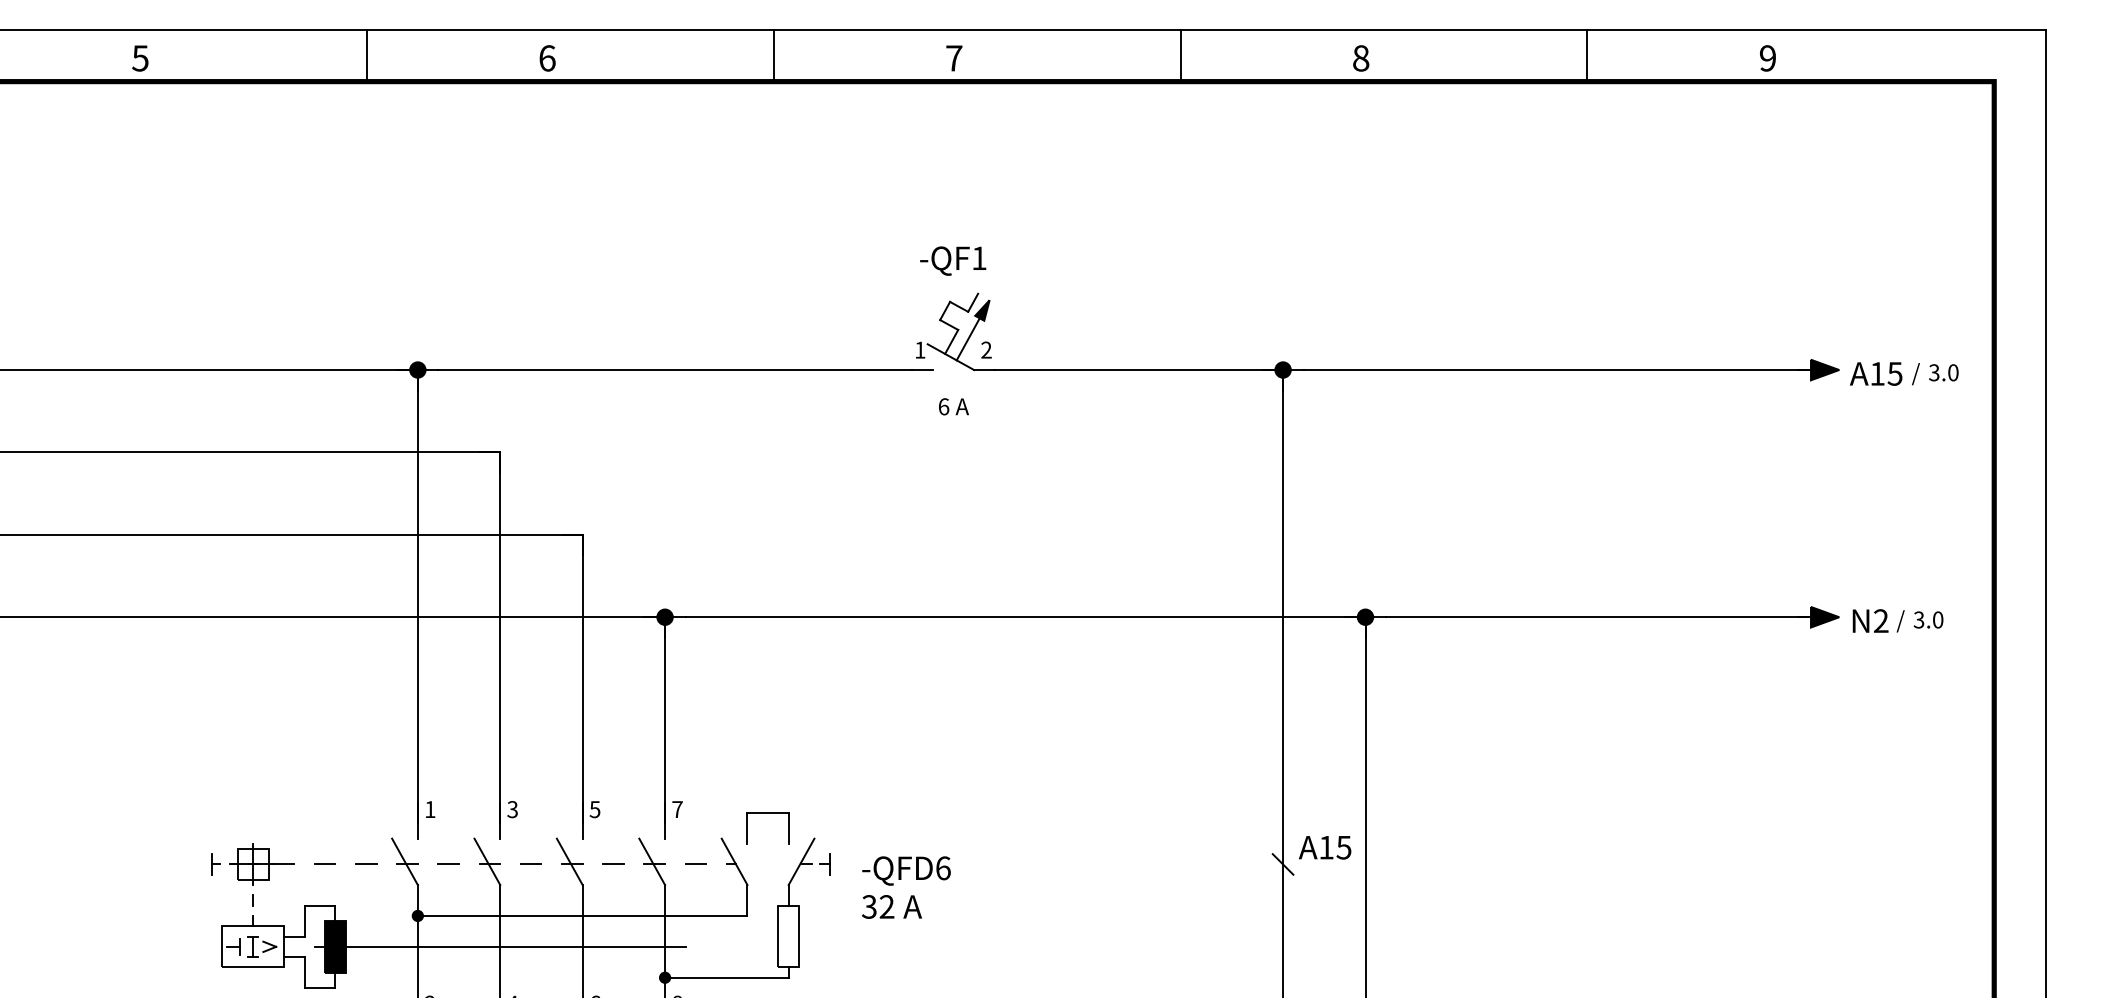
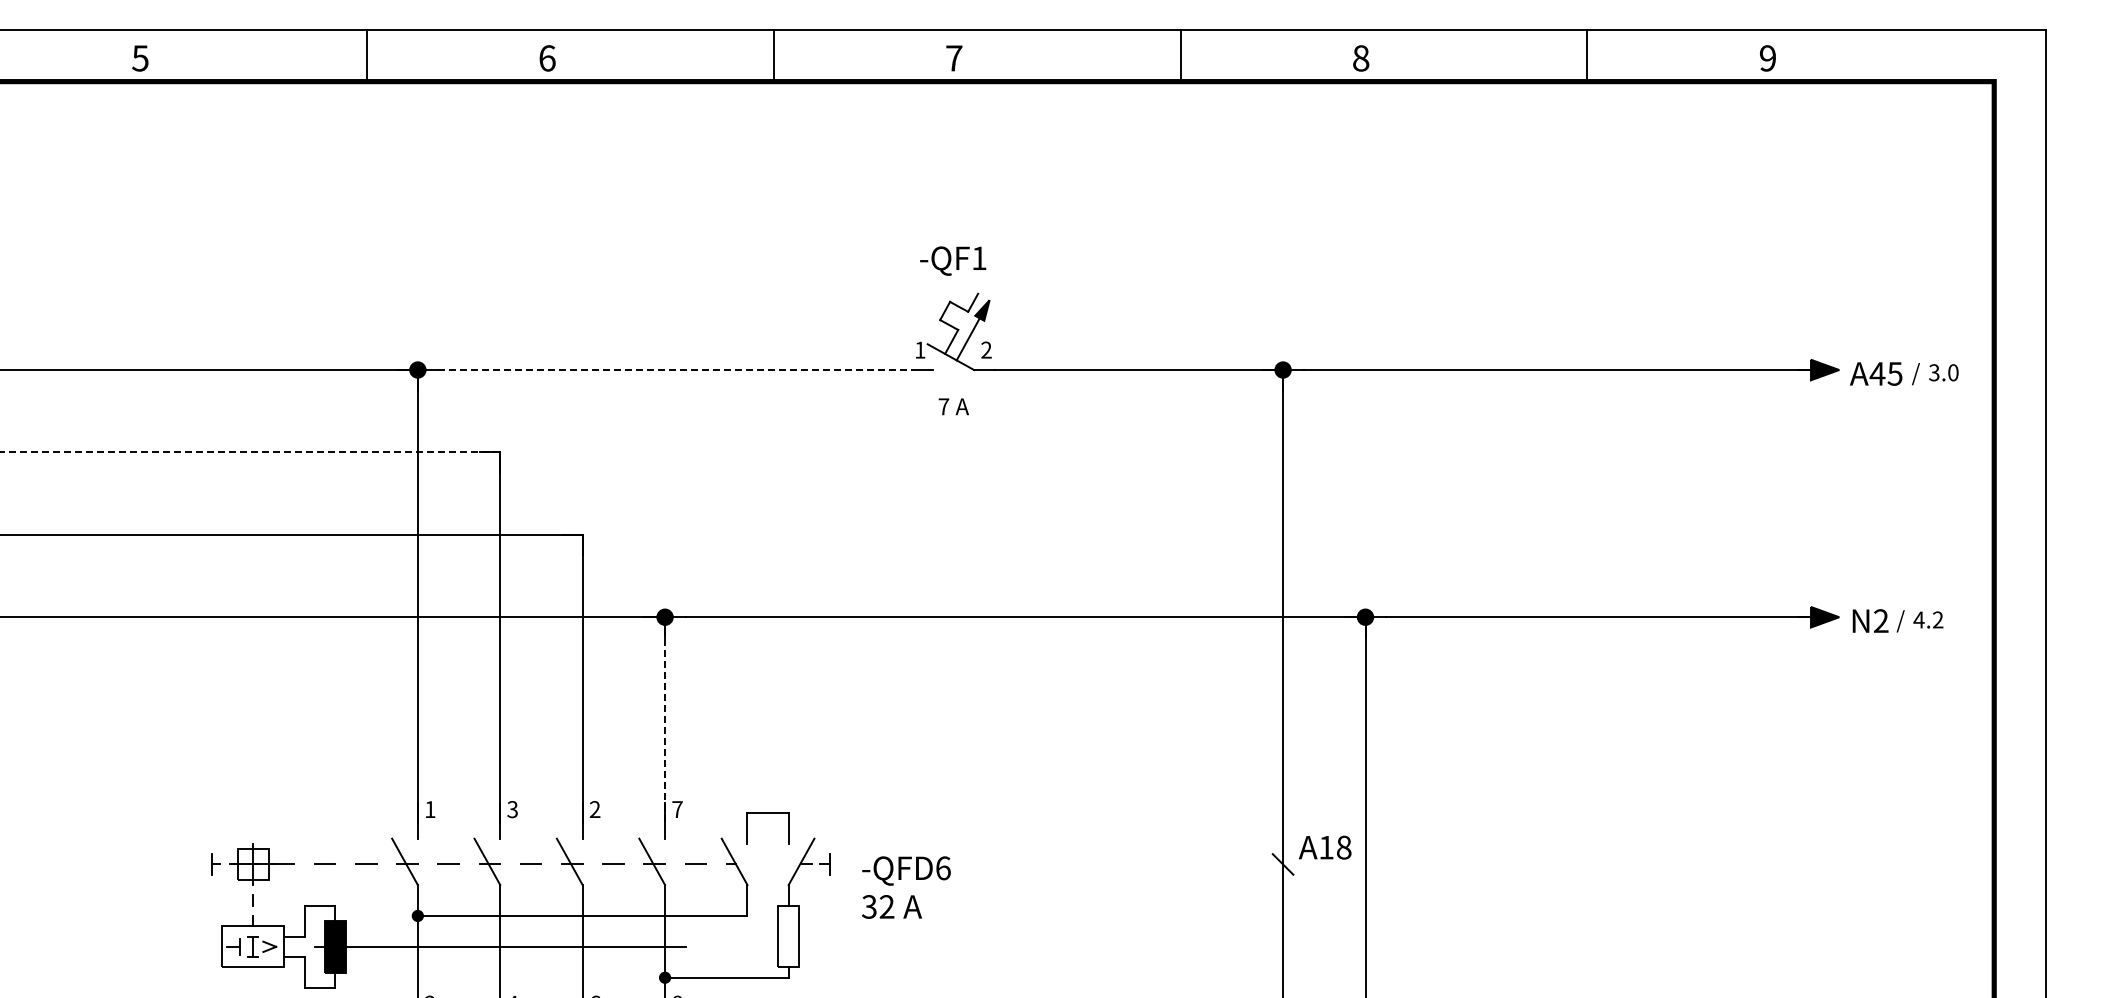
line at (675, 370): solid -> dashed
text at (1877, 373): A15 -> A45
text at (943, 406): 6 -> 7
line at (250, 452): solid -> dashed
text at (1928, 619): 3.0 -> 4.2
line at (665, 720): solid -> dashed
text at (594, 809): 5 -> 2
text at (1343, 847): A15 -> A18
